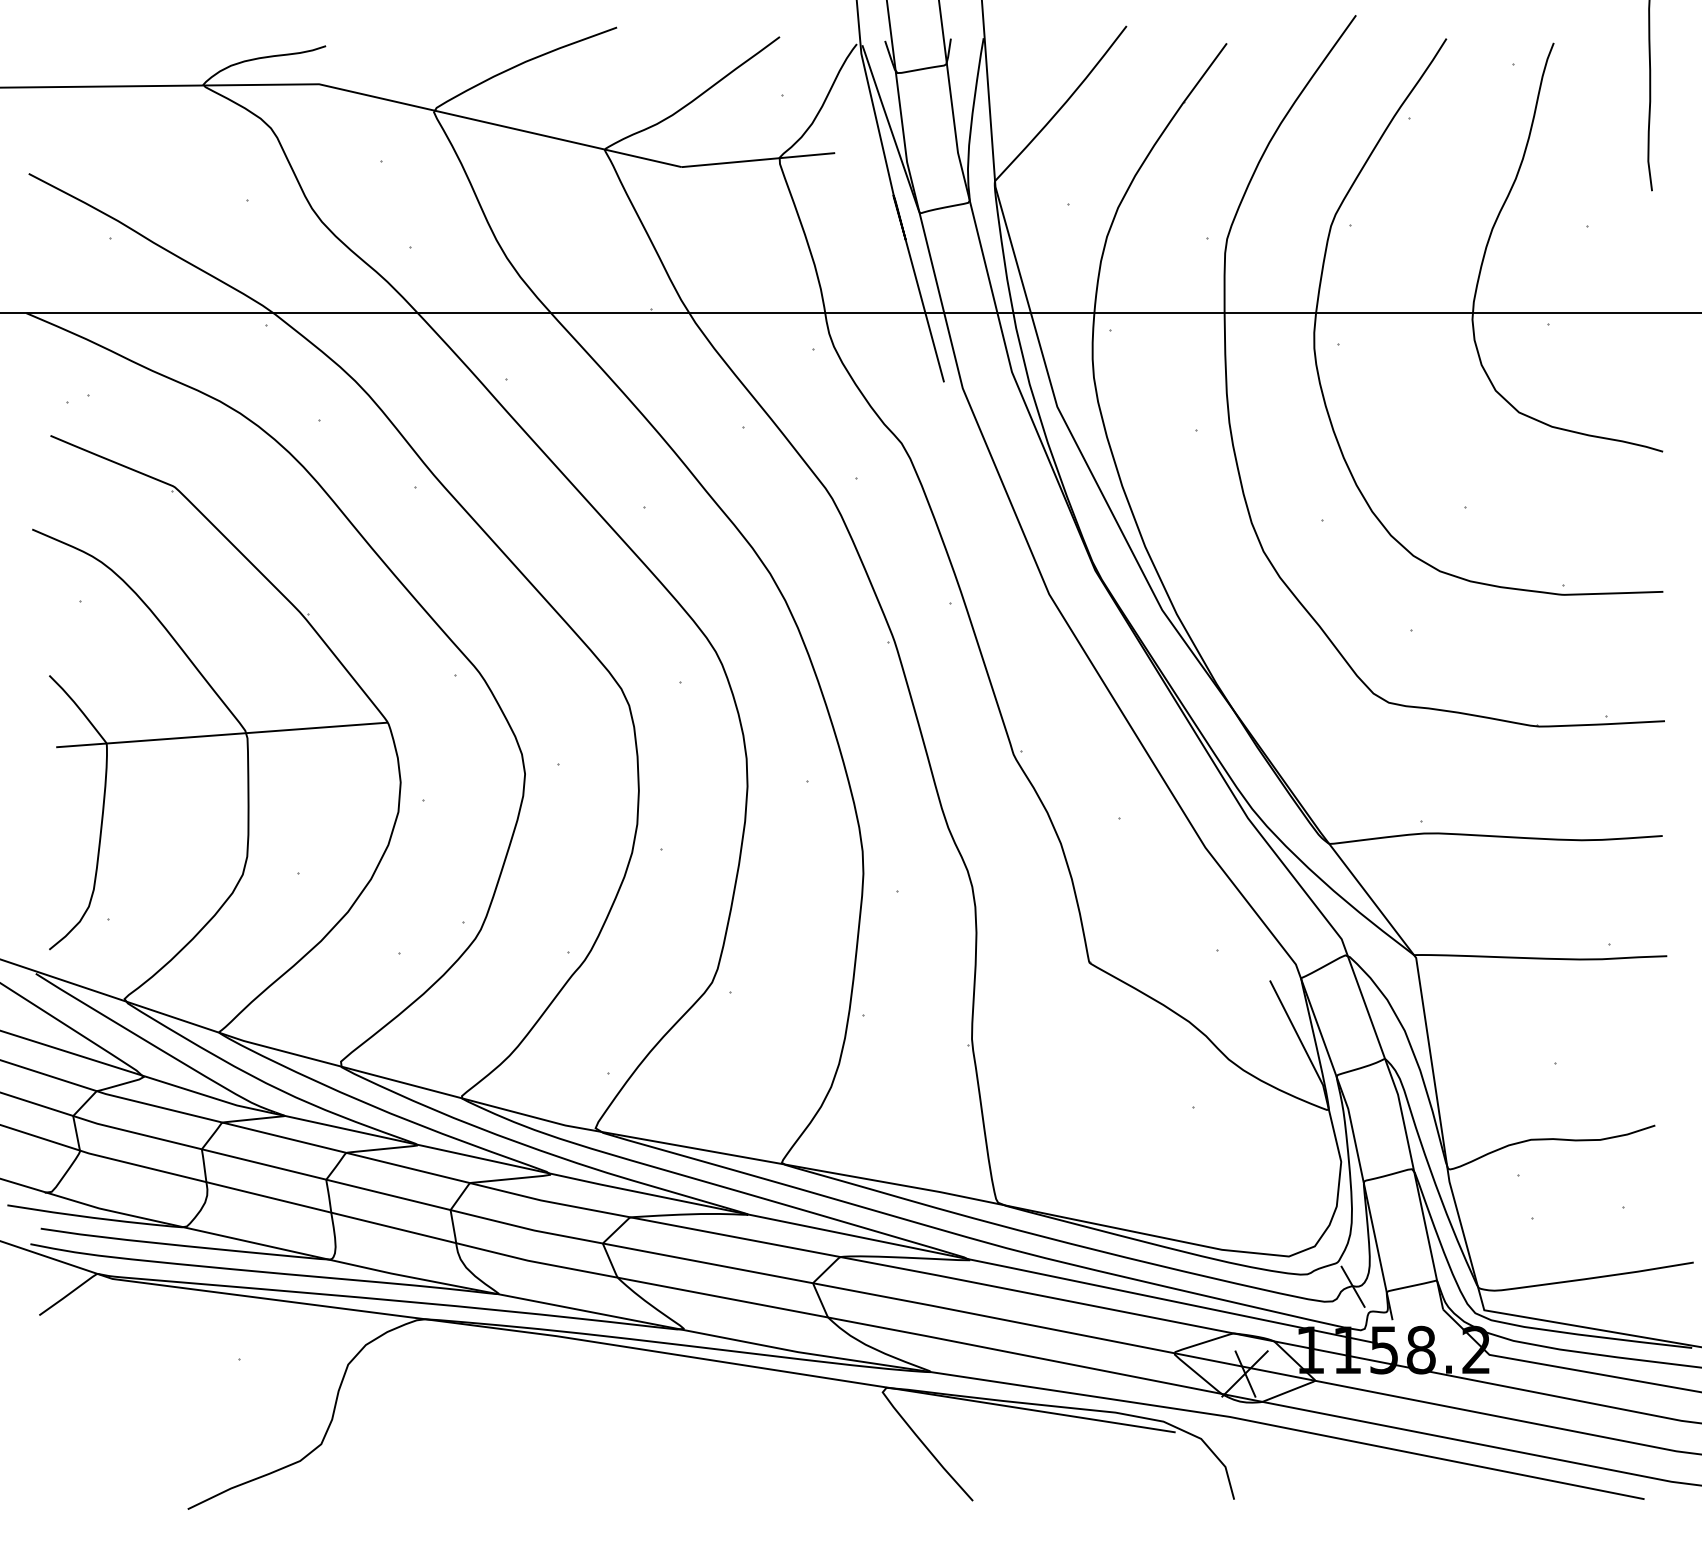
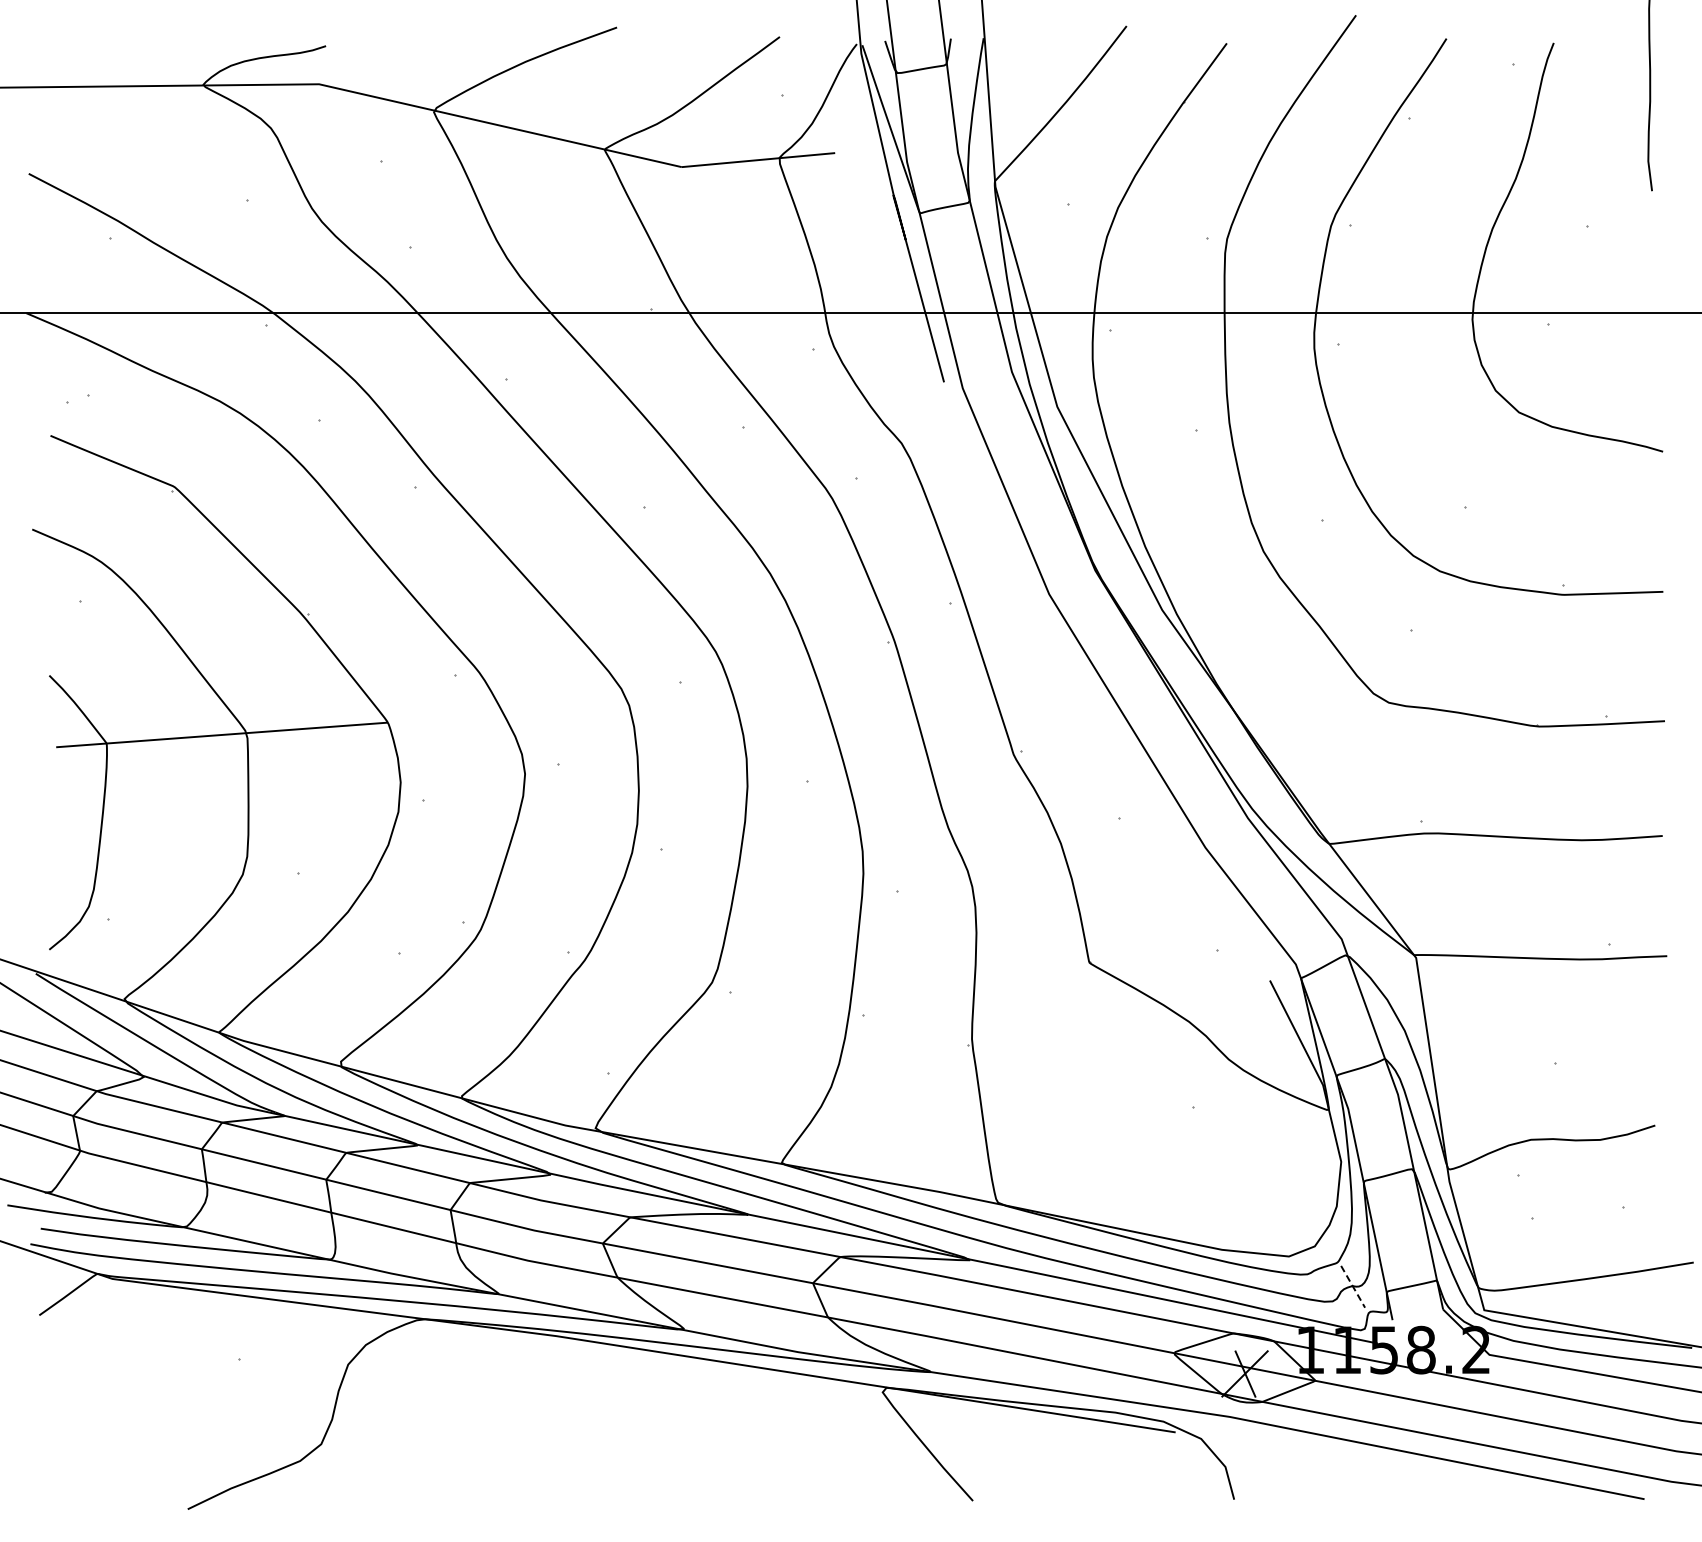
line at (1353, 1287): solid -> dashed
